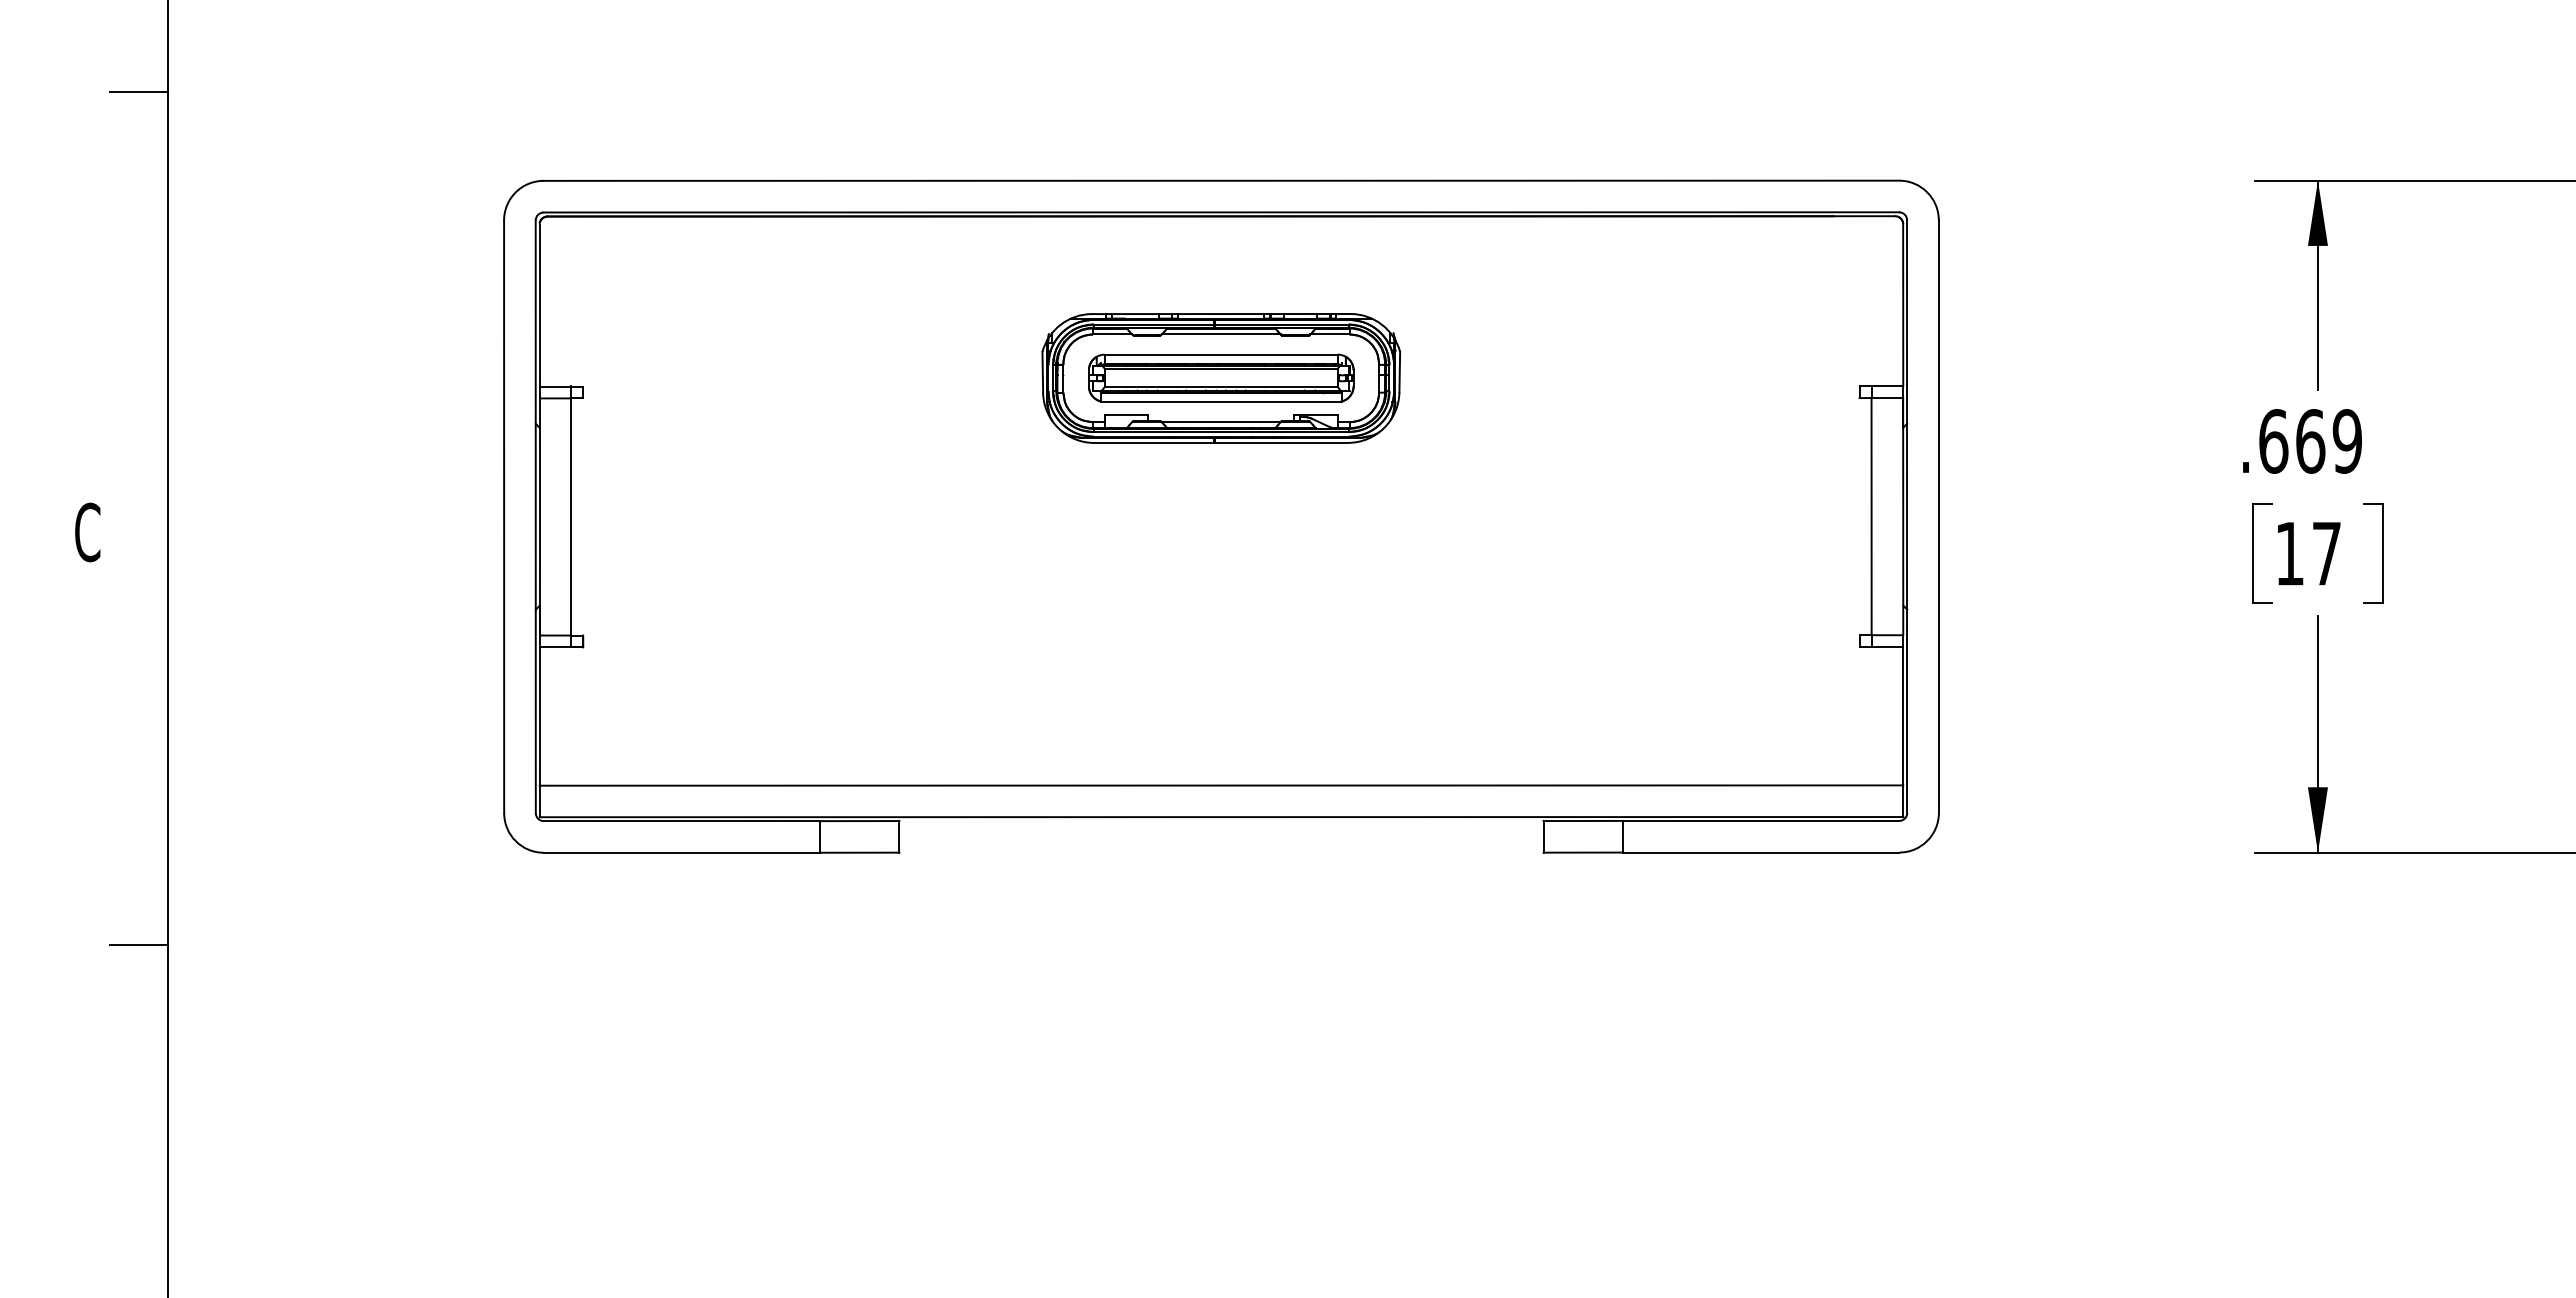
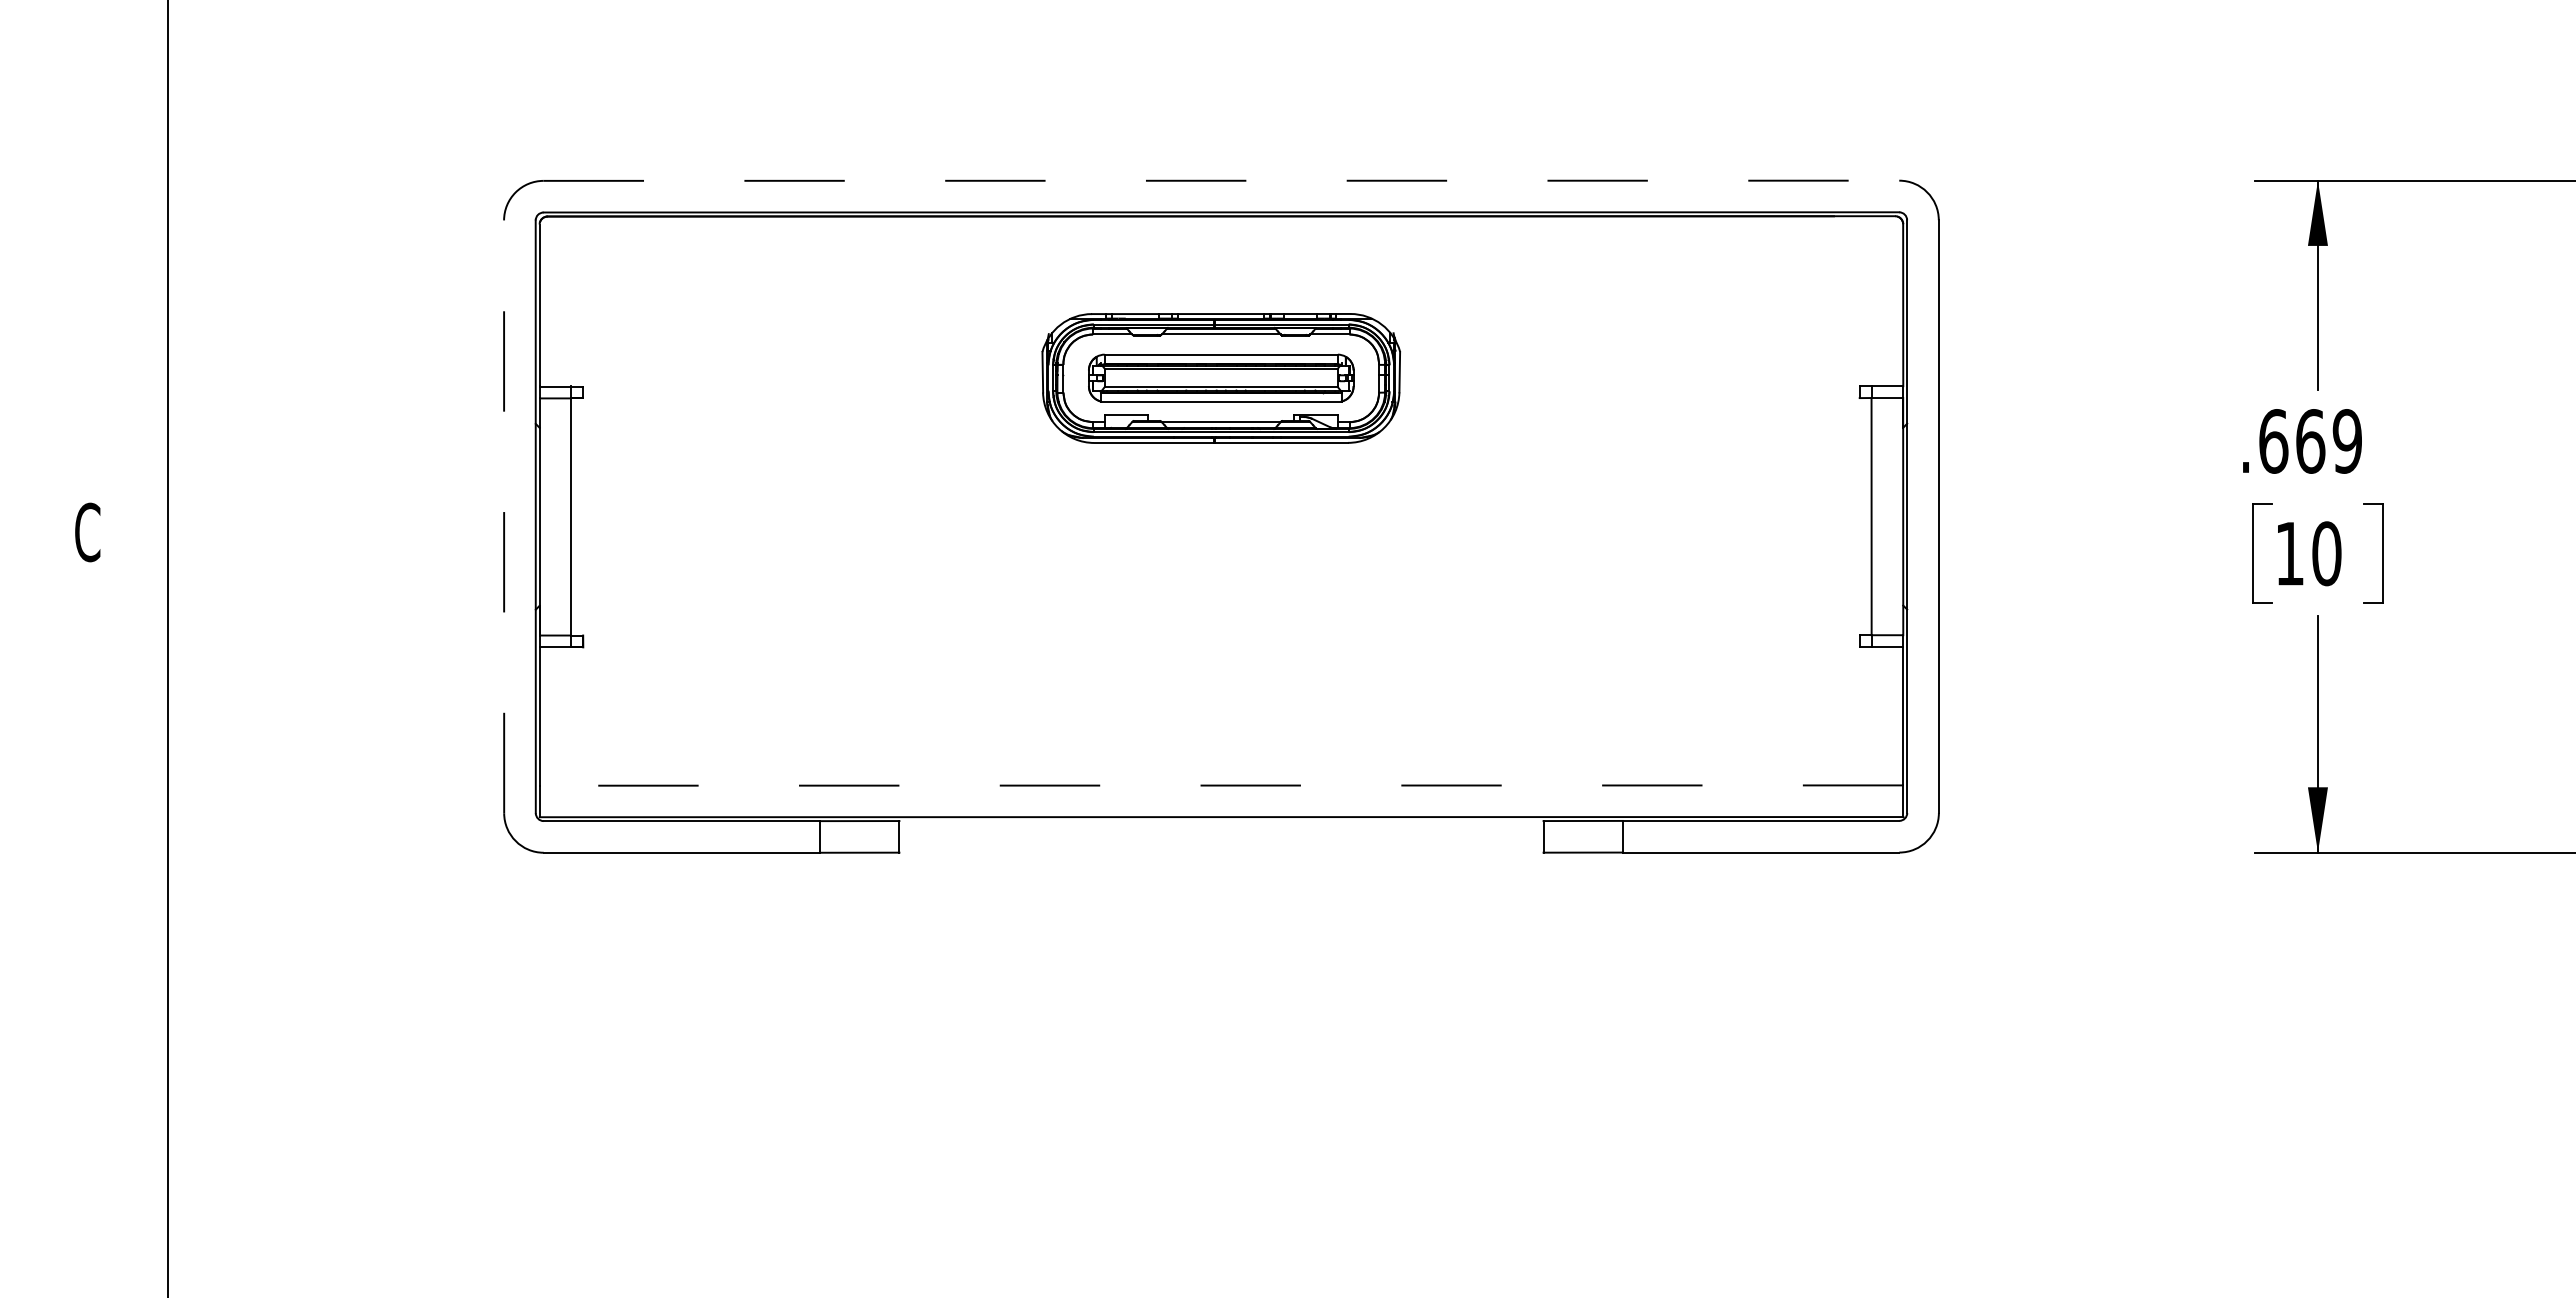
line at (139, 92): present -> none
line at (1221, 180): solid -> dashed
line at (504, 516): solid -> dashed
text at (2326, 553): 17 -> 10
line at (1221, 785): solid -> dashed
line at (139, 945): present -> none
